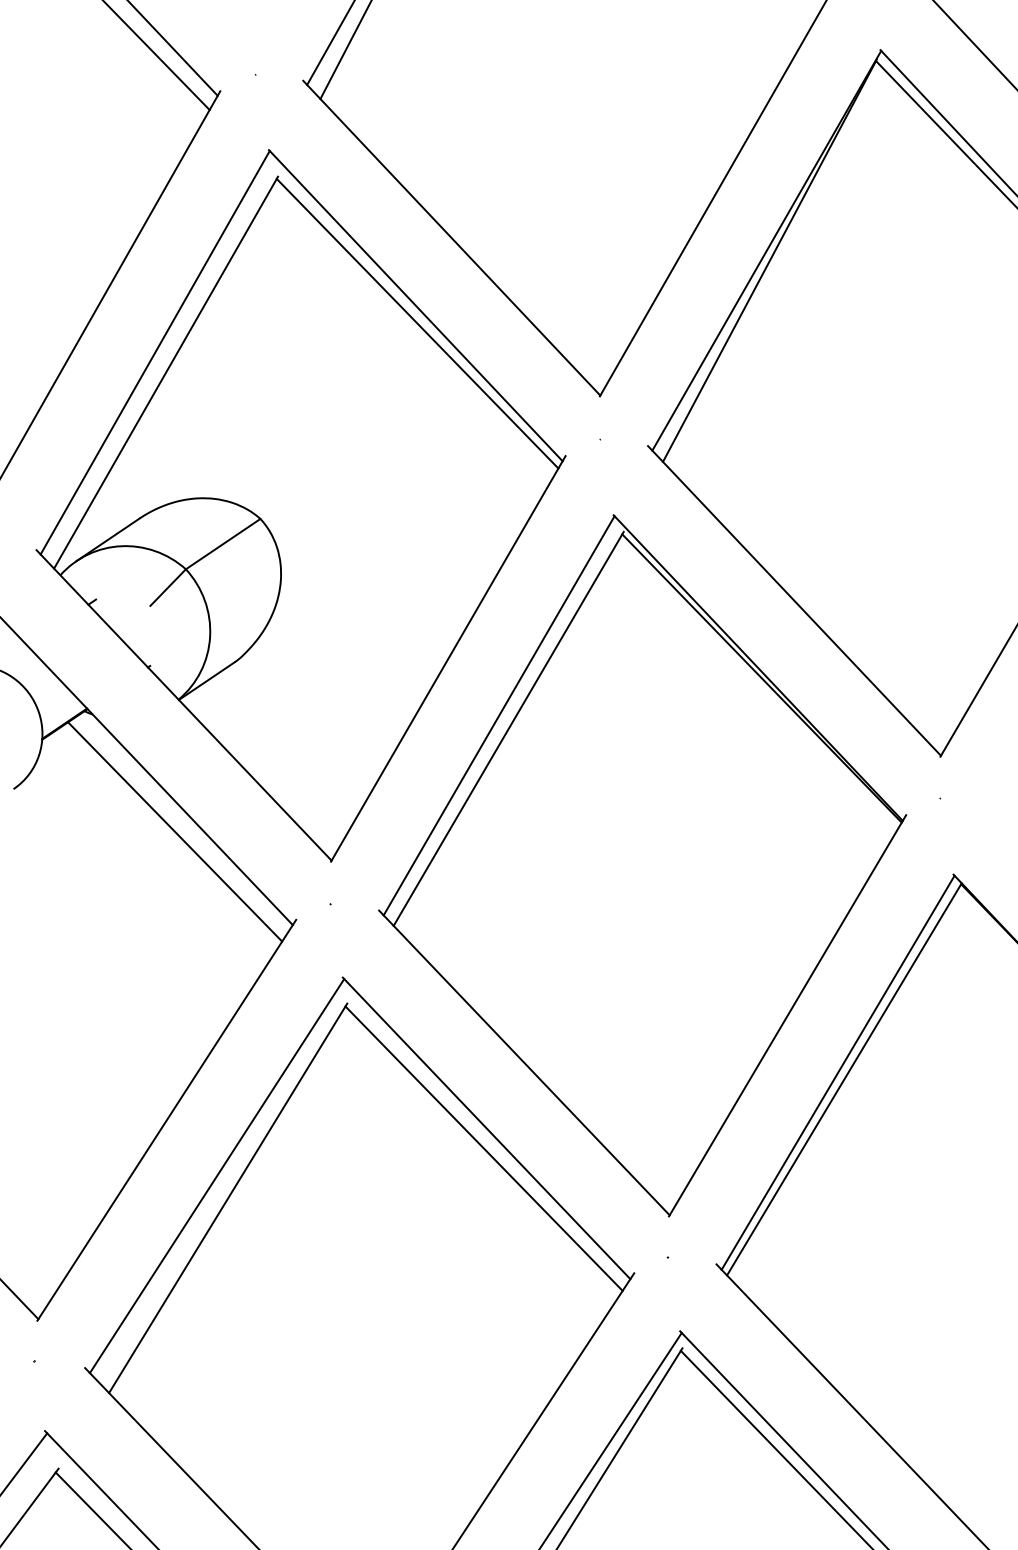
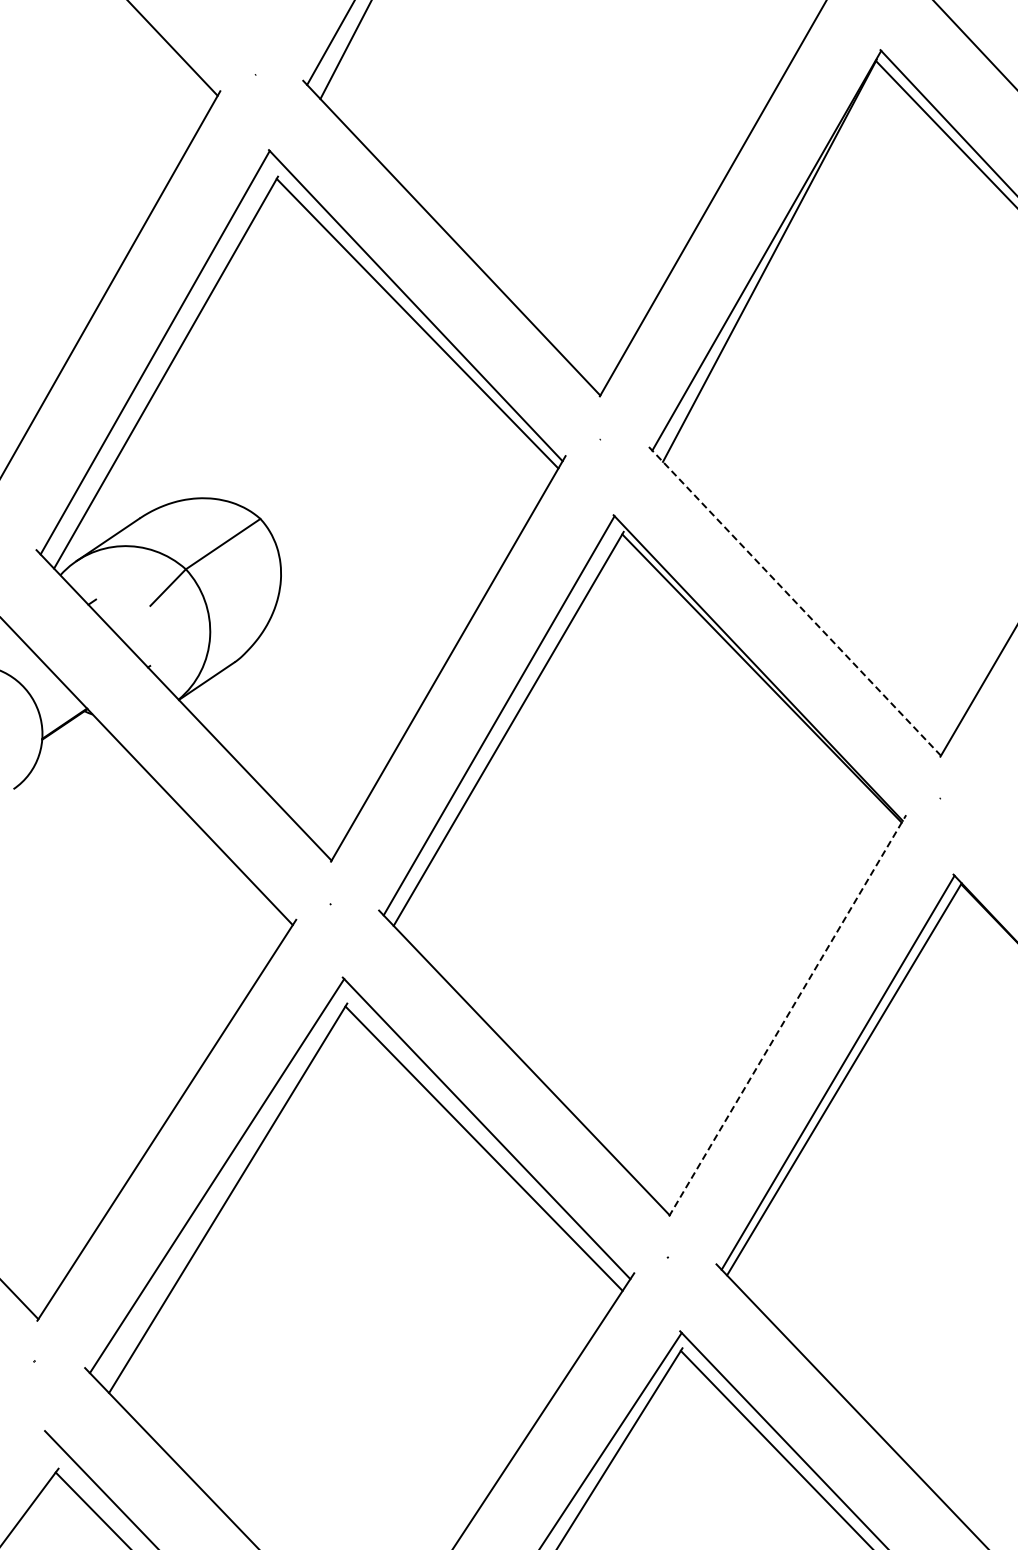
line at (156, 56): present -> none
line at (794, 600): solid -> dashed
line at (175, 831): present -> none
line at (787, 1015): solid -> dashed
line at (24, 1463): present -> none
